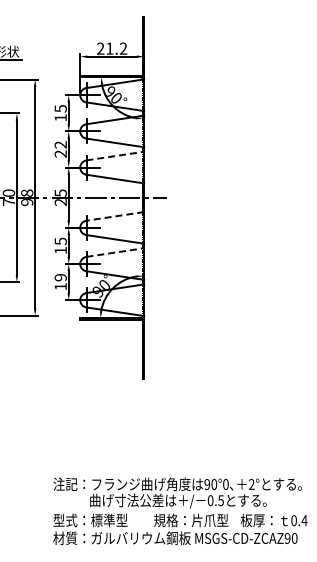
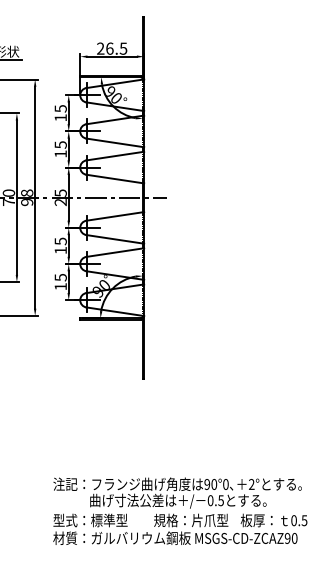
text at (116, 48): 21.2 -> 26.5
text at (60, 149): 22 -> 15
line at (115, 156): dashed -> solid
line at (114, 216): dashed -> solid
line at (115, 252): dashed -> solid
text at (60, 277): 19 -> 15
text at (304, 520): 0.4 -> 0.5
